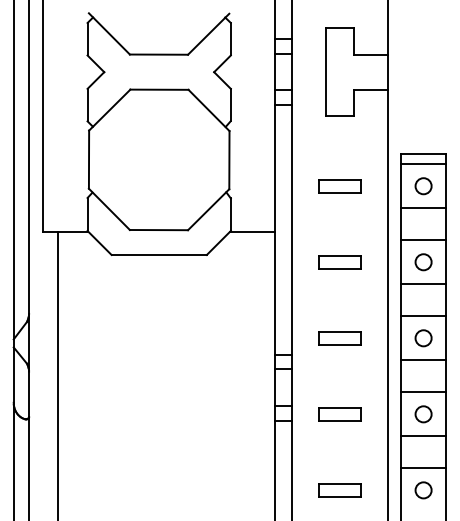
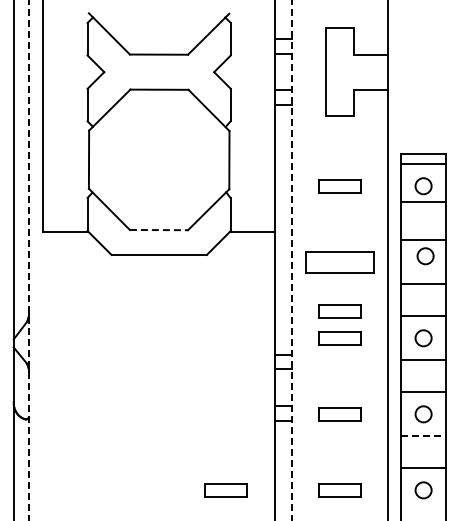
line at (423, 208) position: (423, 208) -> (423, 202)
line at (159, 230): solid -> dashed
line at (29, 260): solid -> dashed
line at (291, 260): solid -> dashed
part at (339, 262) size: 44x15 px -> 70x23 px
circle at (423, 262) position: (423, 262) -> (425, 256)
part at (339, 311): none -> present
line at (57, 374): present -> none
line at (423, 436): solid -> dashed
part at (225, 490): none -> present
